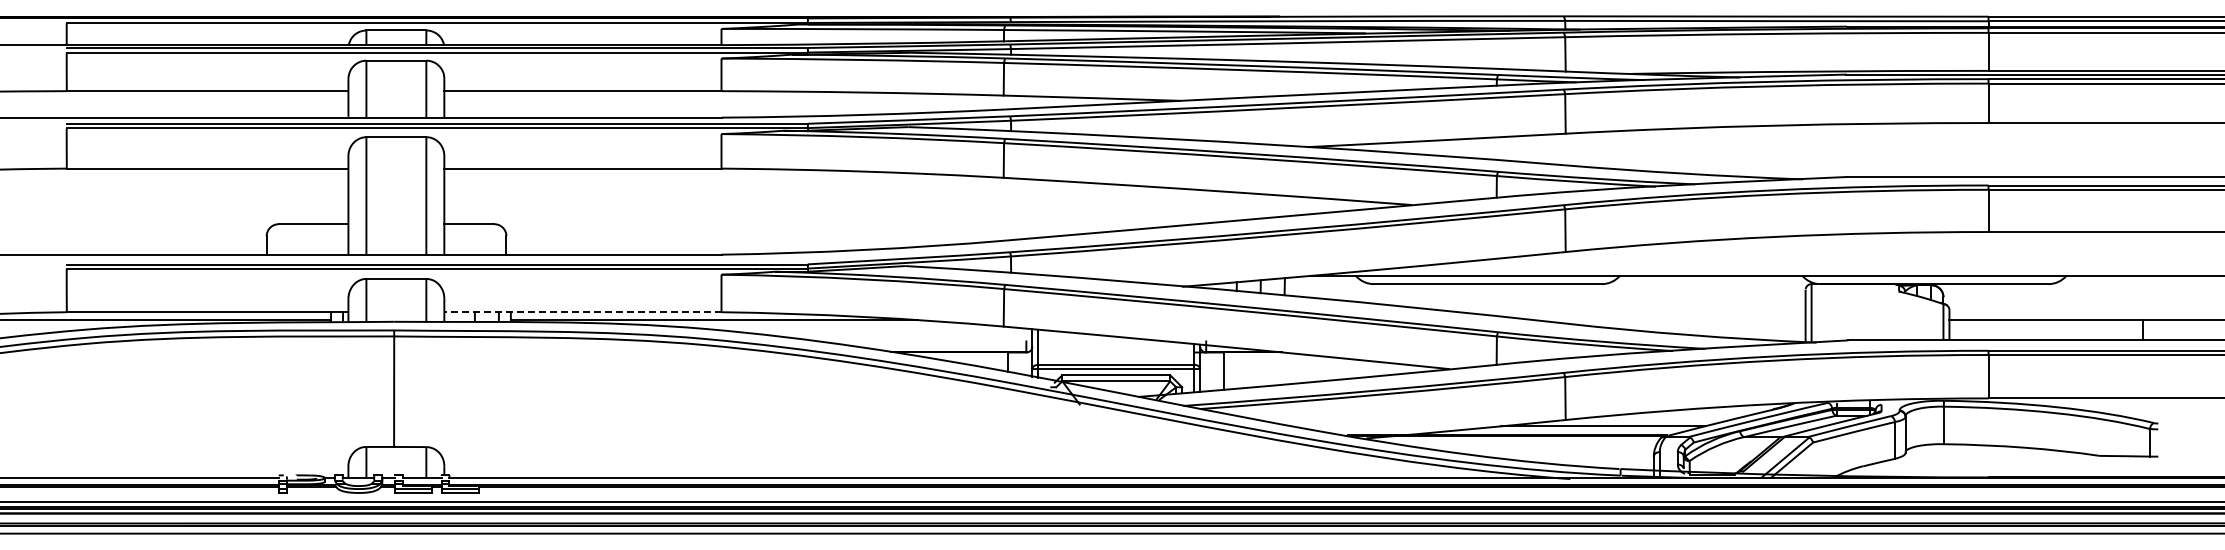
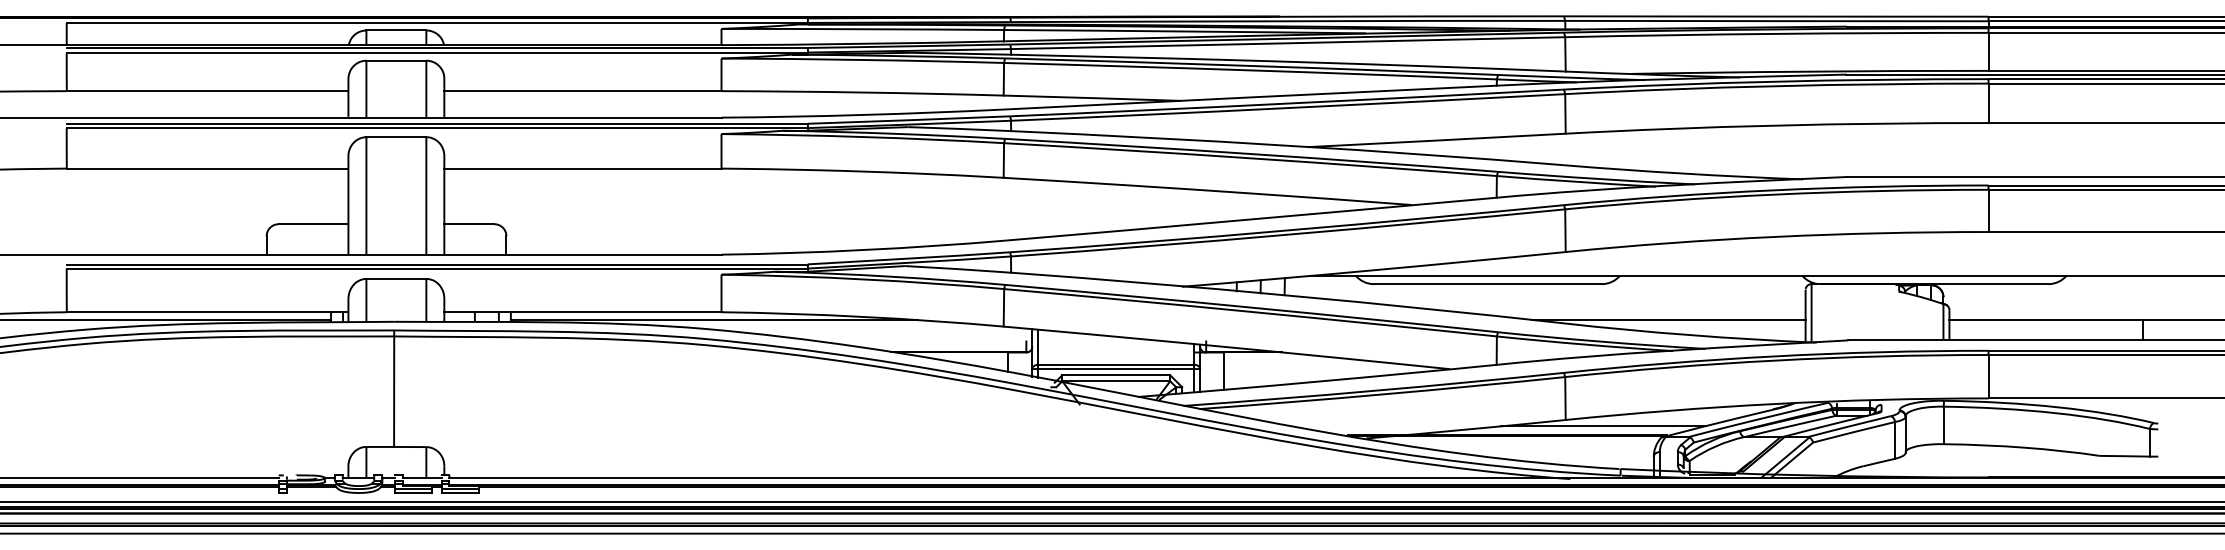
line at (582, 312): dashed -> solid
line at (1668, 320): none -> present
